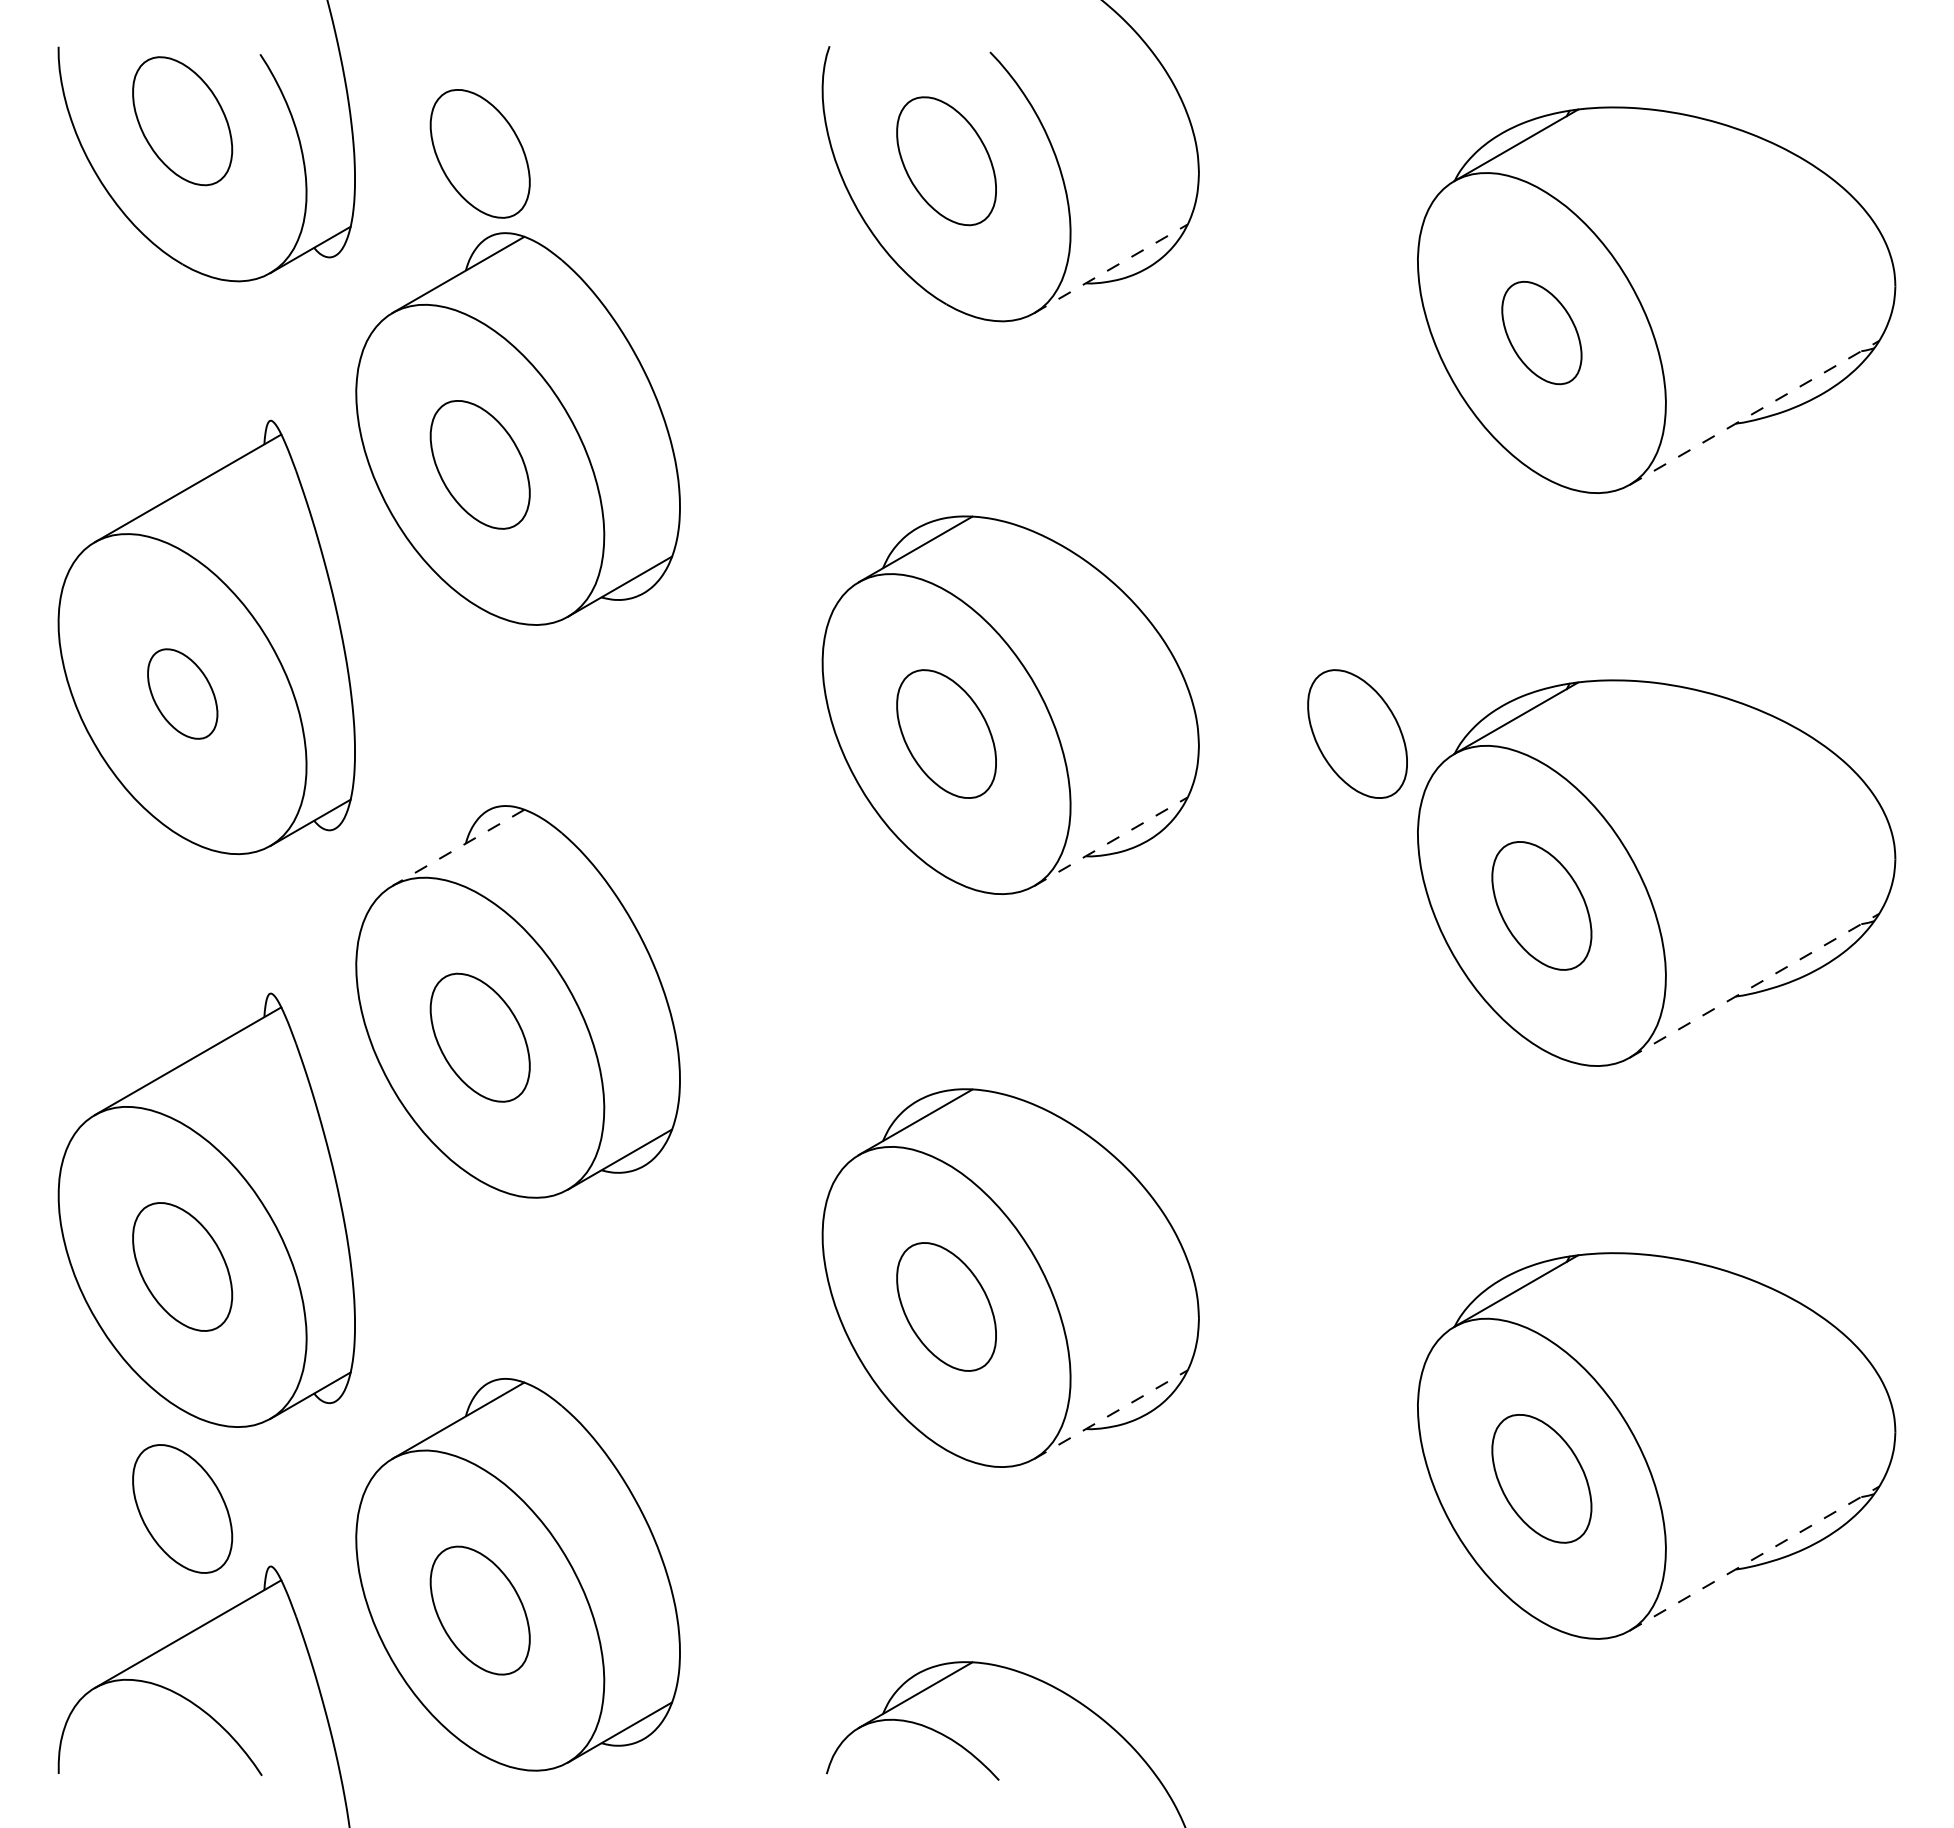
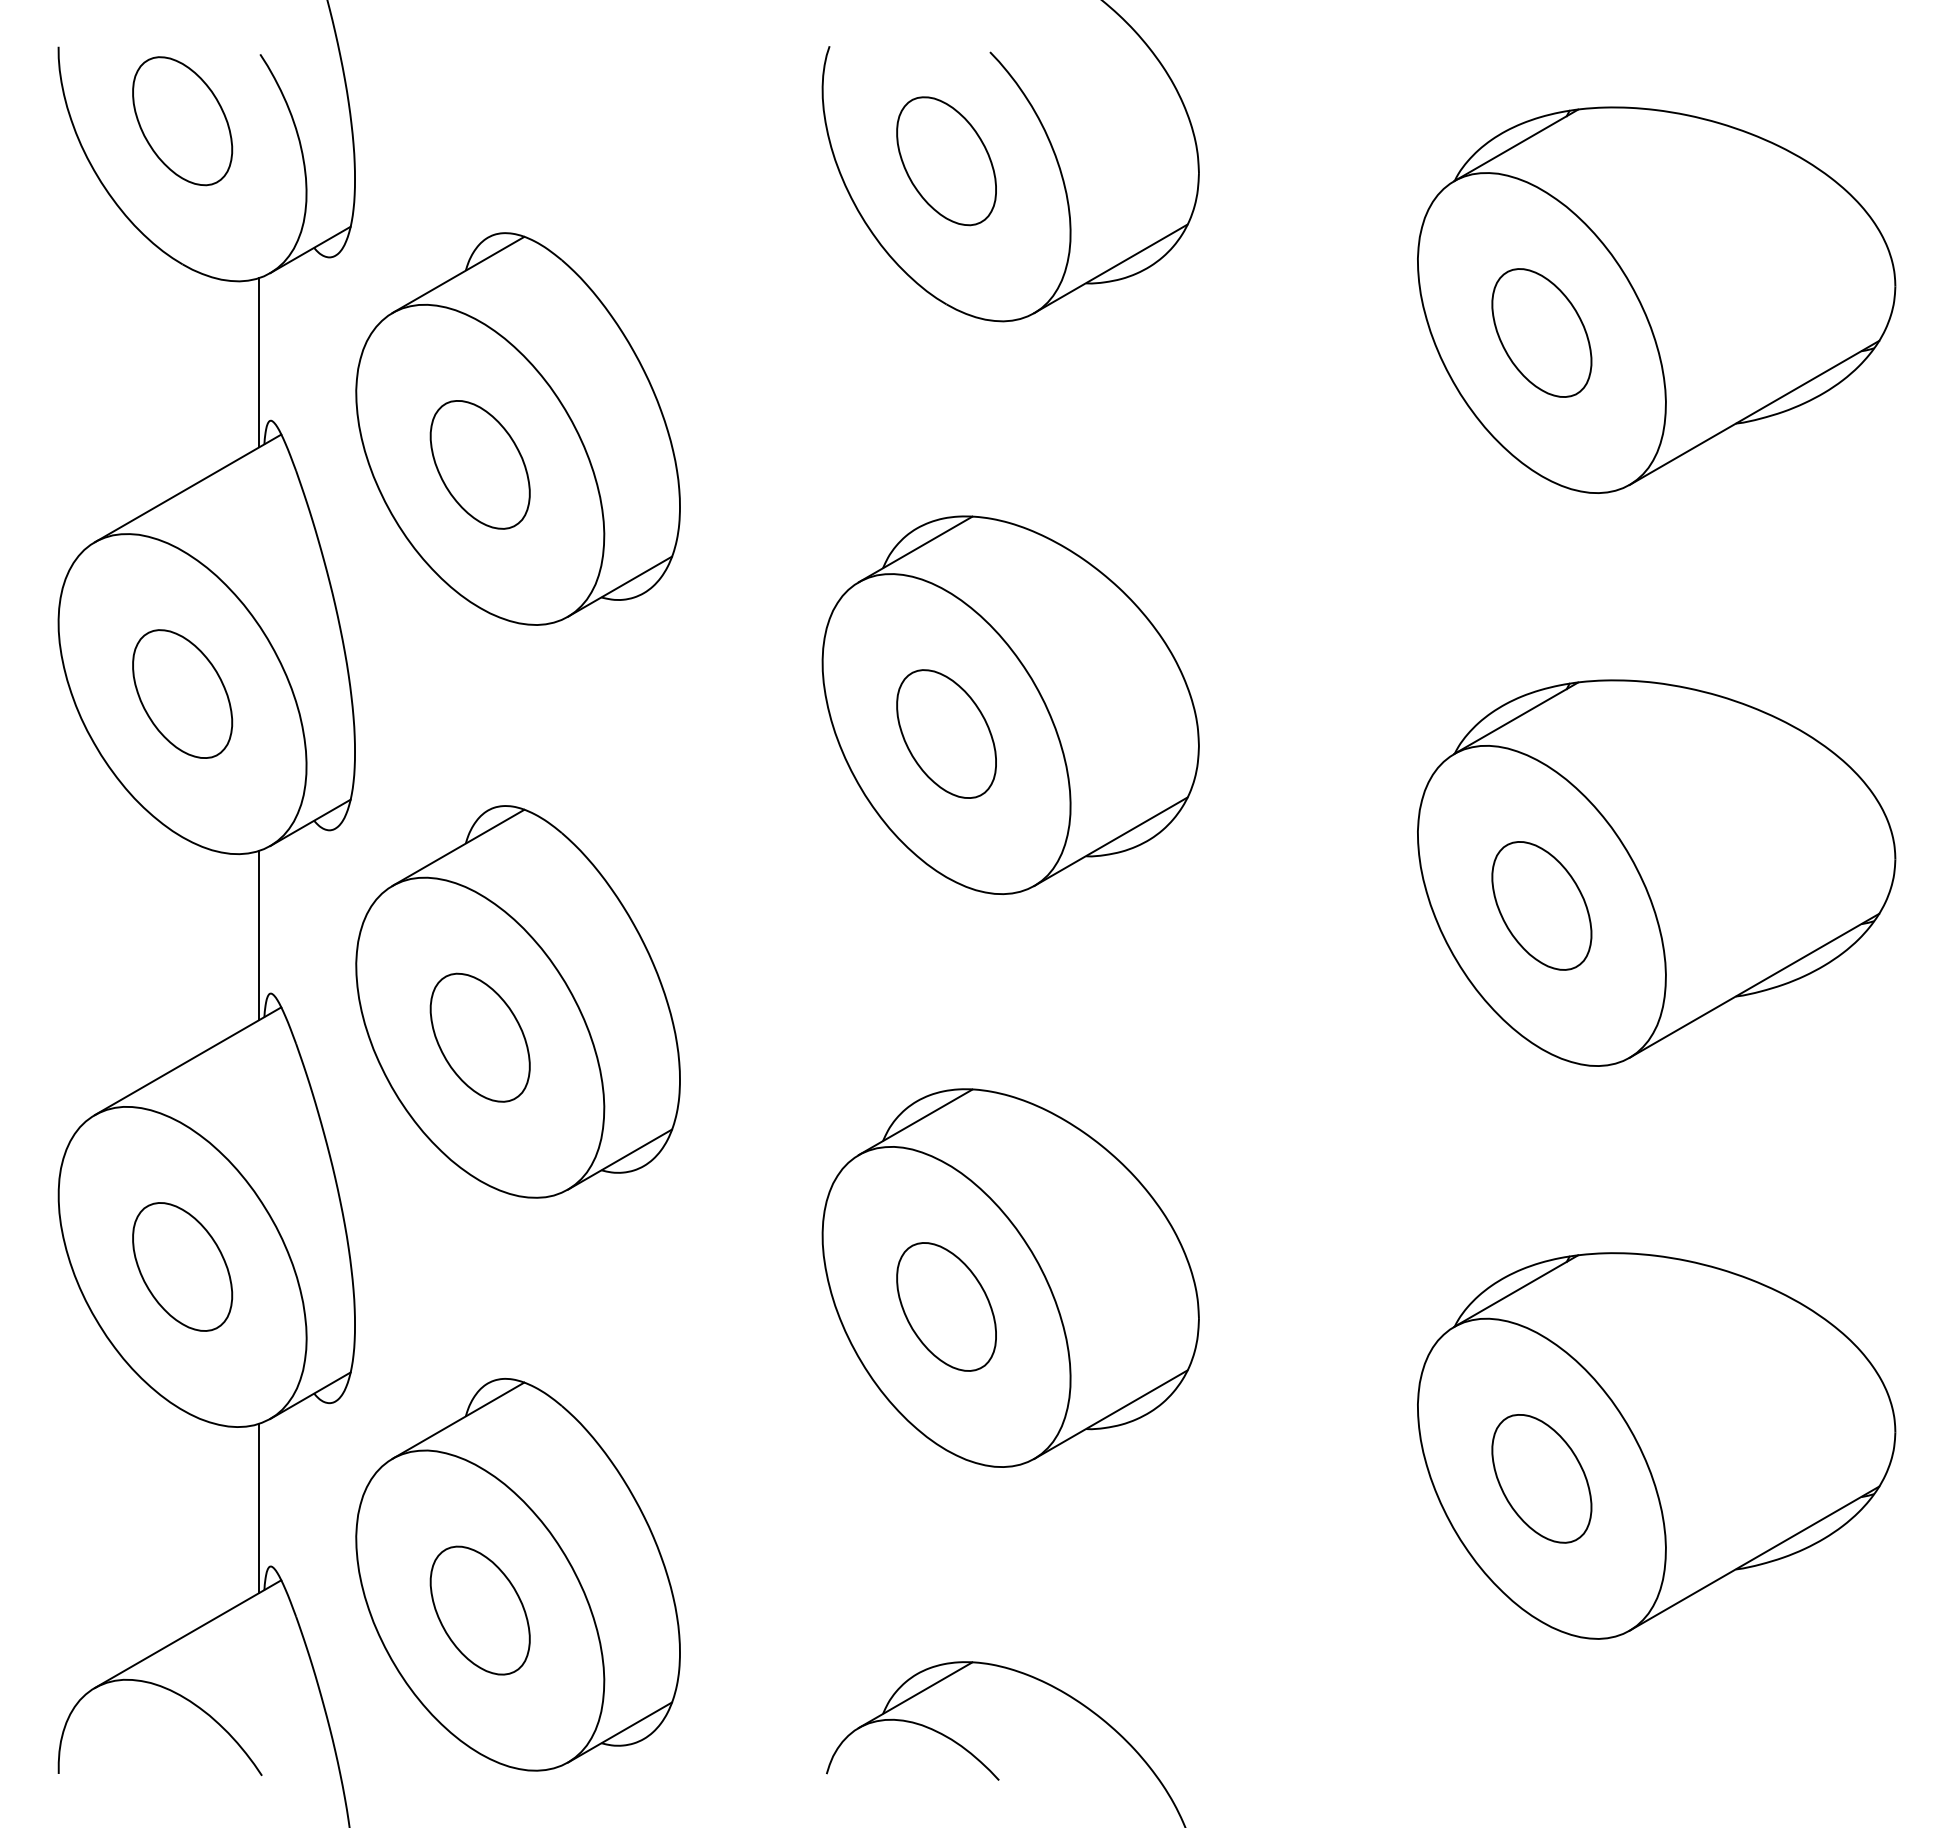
part at (479, 153): present -> none
line at (1111, 268): dashed -> solid
part at (1541, 333) size: 82x105 px -> 102x130 px
line at (259, 362): none -> present
line at (1754, 412): dashed -> solid
part at (182, 693) size: 72x92 px -> 102x130 px
part at (1357, 733): present -> none
line at (1111, 841): dashed -> solid
line at (458, 848): dashed -> solid
line at (259, 935): none -> present
line at (1754, 985): dashed -> solid
line at (1111, 1414): dashed -> solid
part at (182, 1508): present -> none
line at (259, 1508): none -> present
line at (1754, 1558): dashed -> solid
